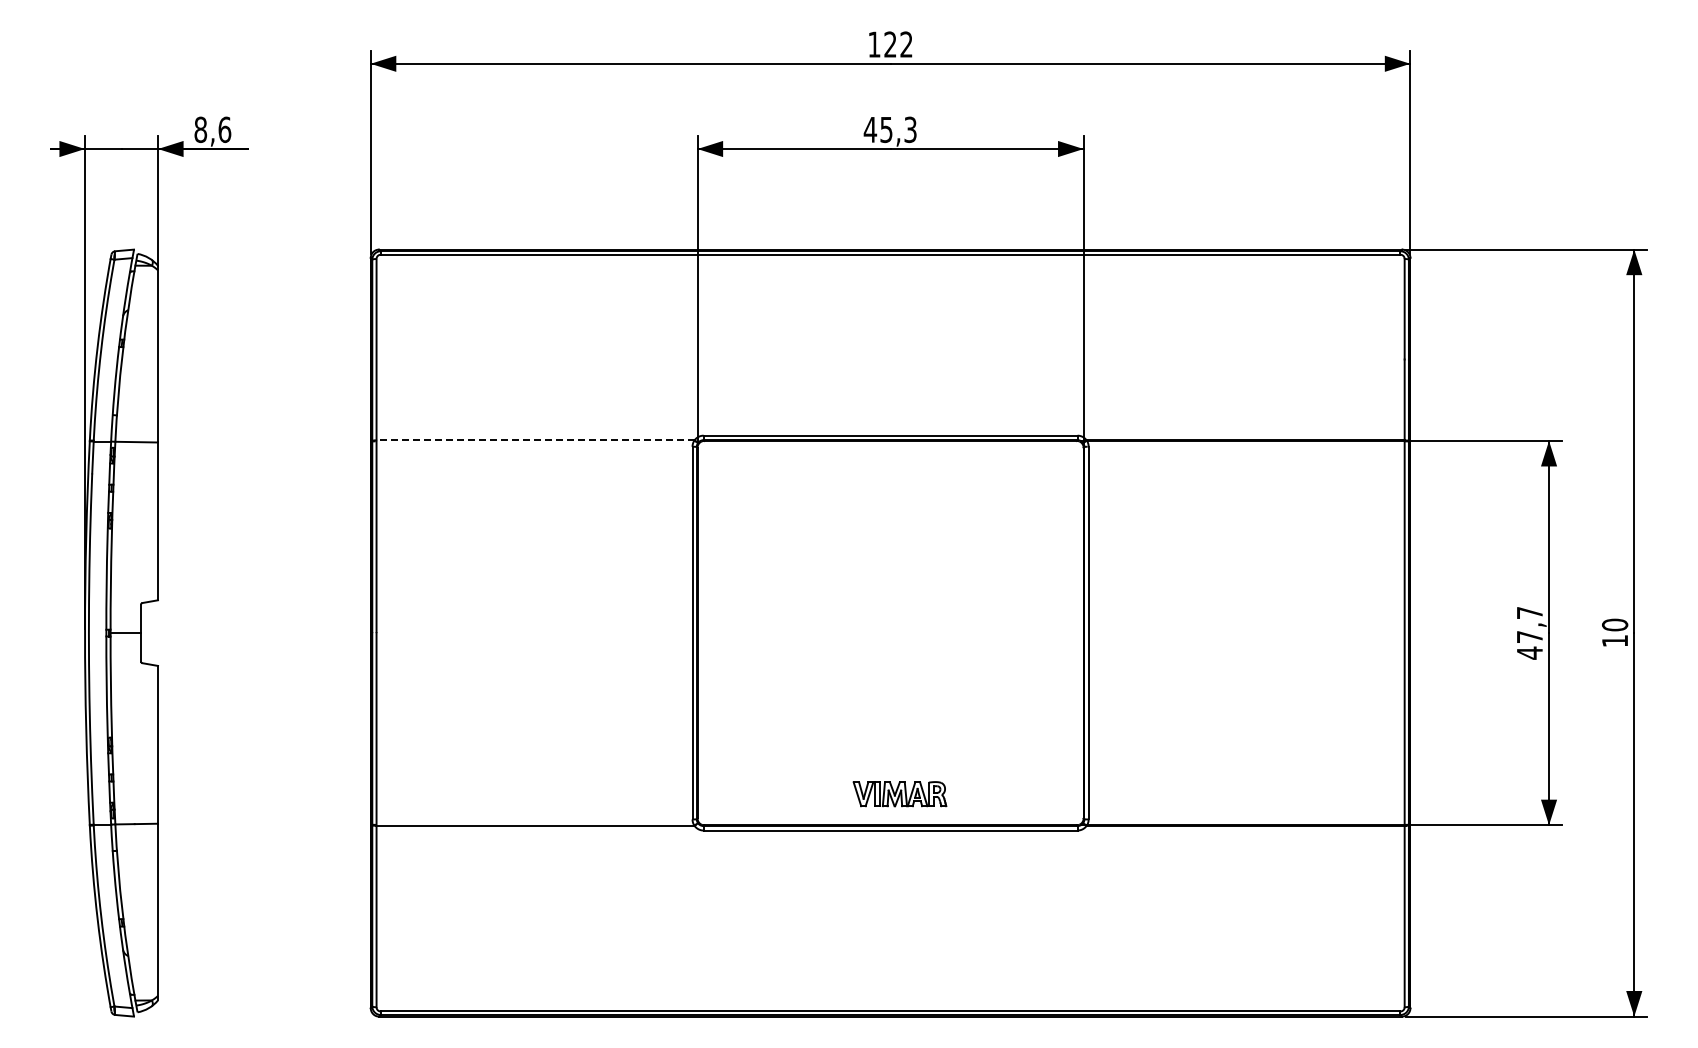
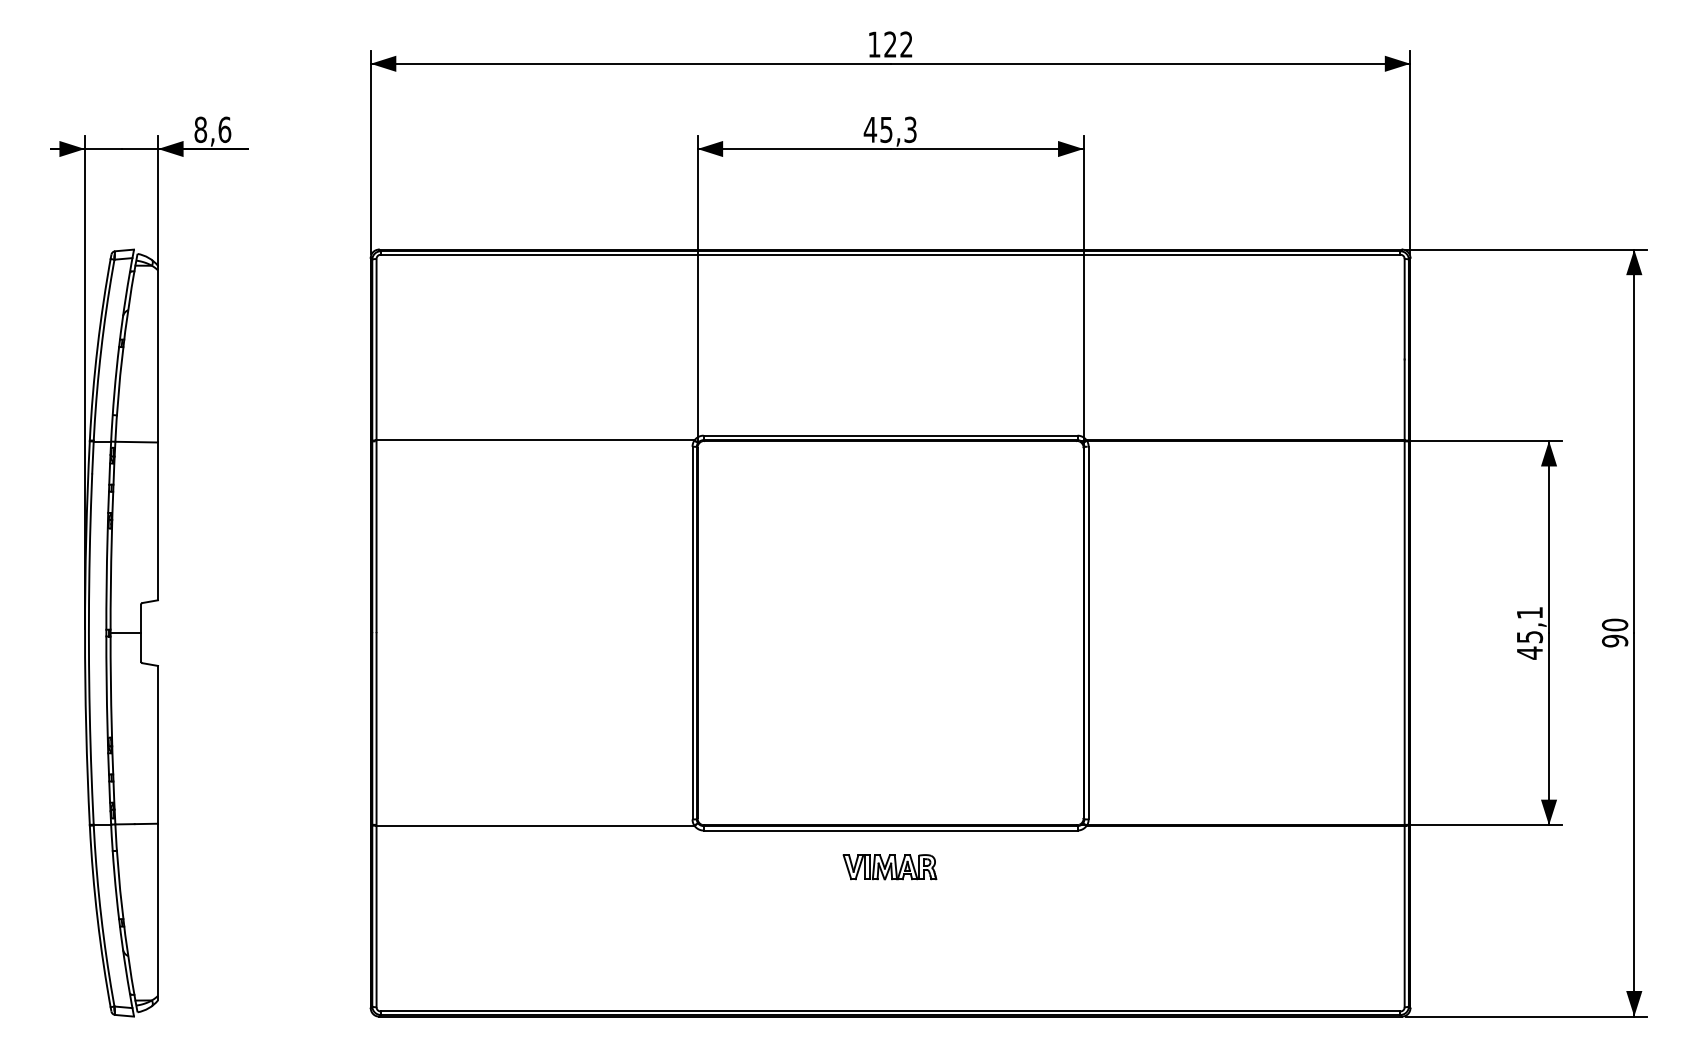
line at (534, 440): dashed -> solid
text at (1530, 625): 47,7 -> 45,1
text at (1614, 640): 10 -> 90
part at (899, 794) position: (899, 794) -> (889, 867)
